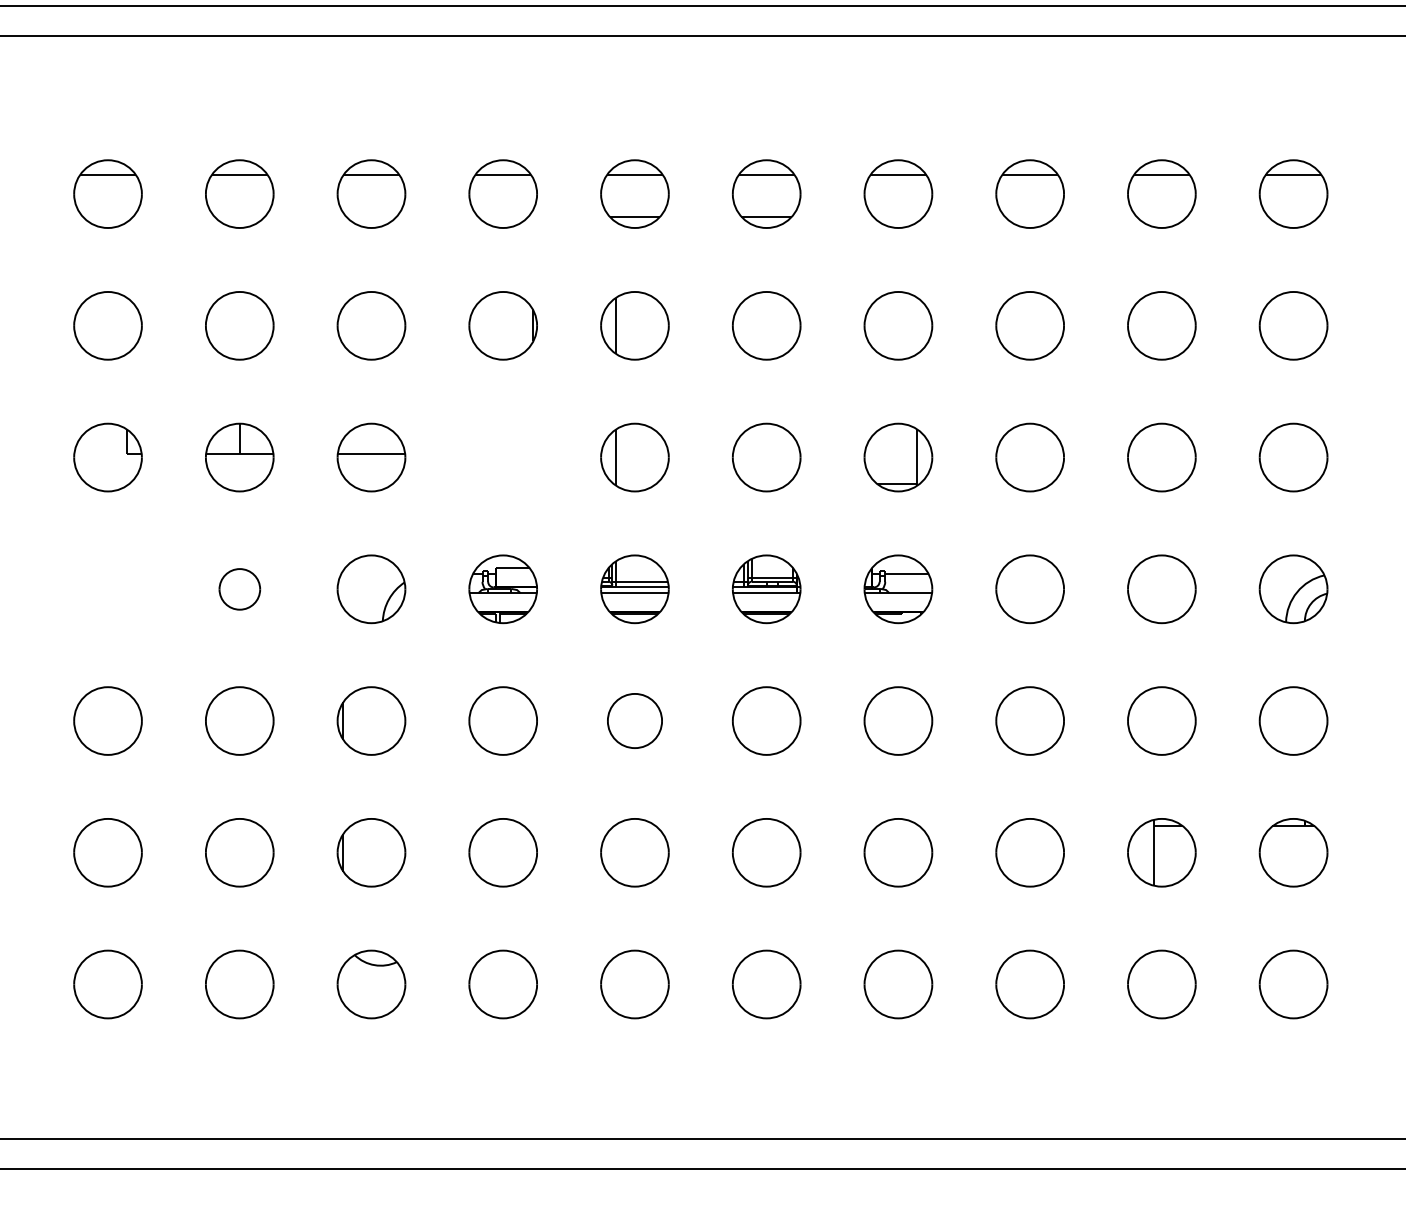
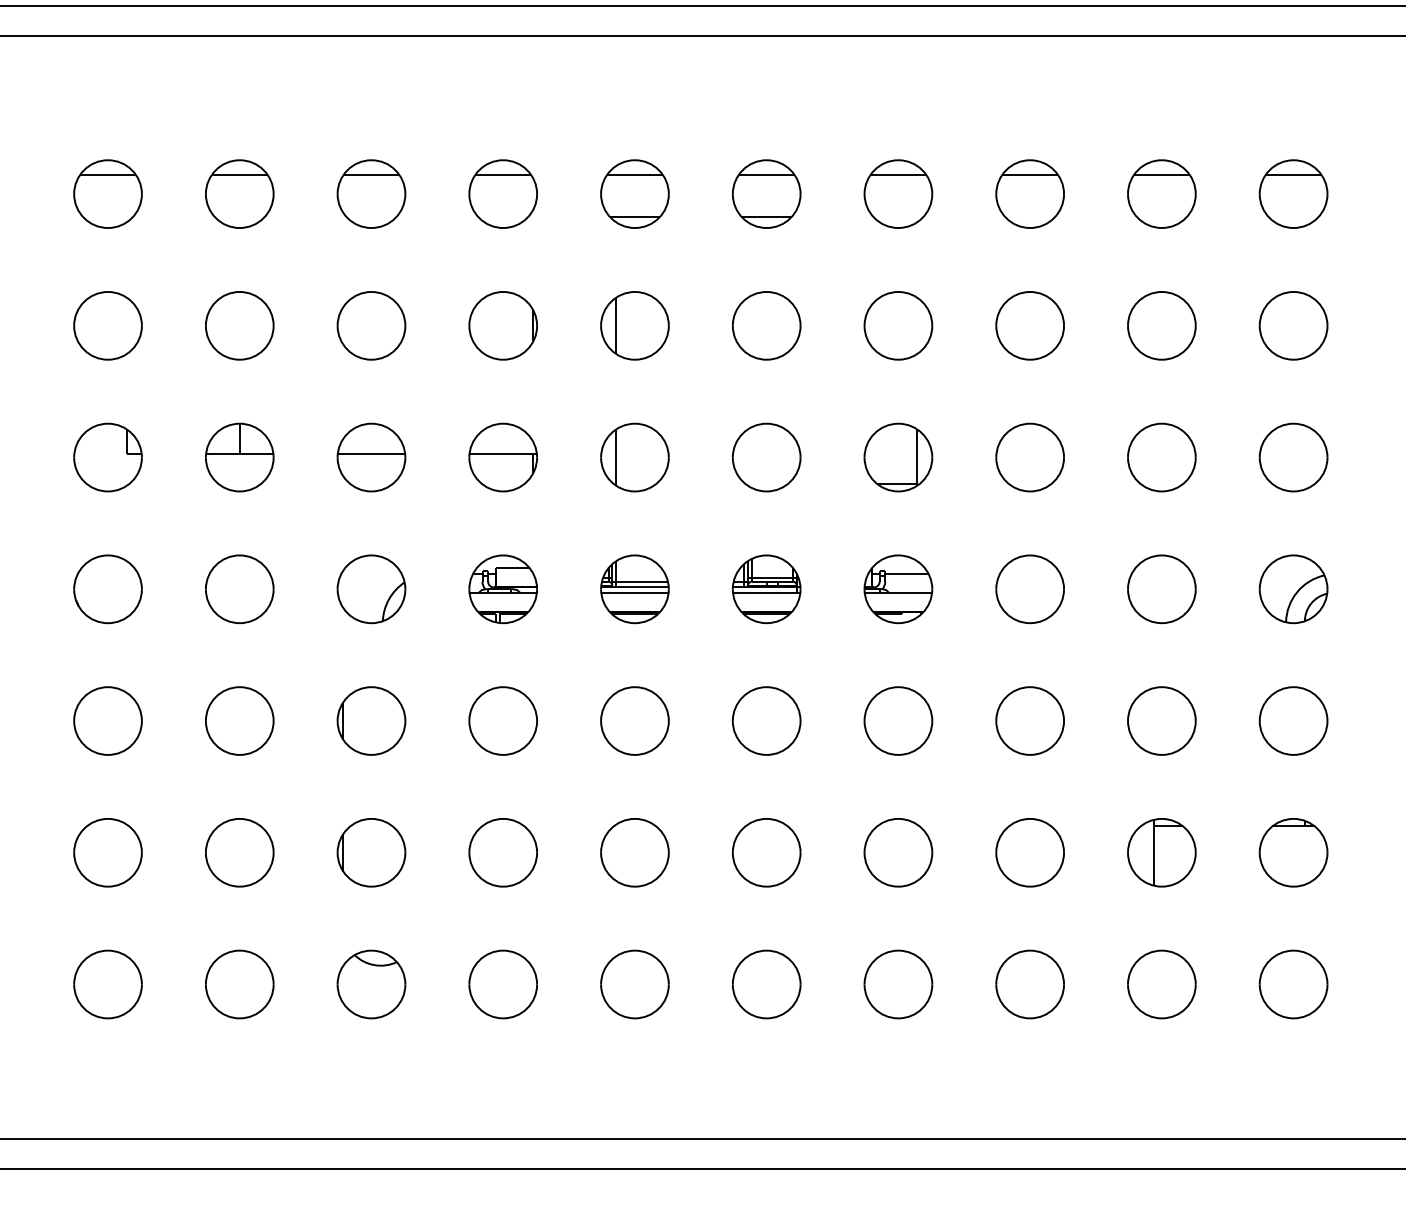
part at (502, 457): none -> present
part at (107, 589): none -> present
part at (239, 589) size: 44x43 px -> 70x71 px
part at (634, 720) size: 56x56 px -> 70x70 px
